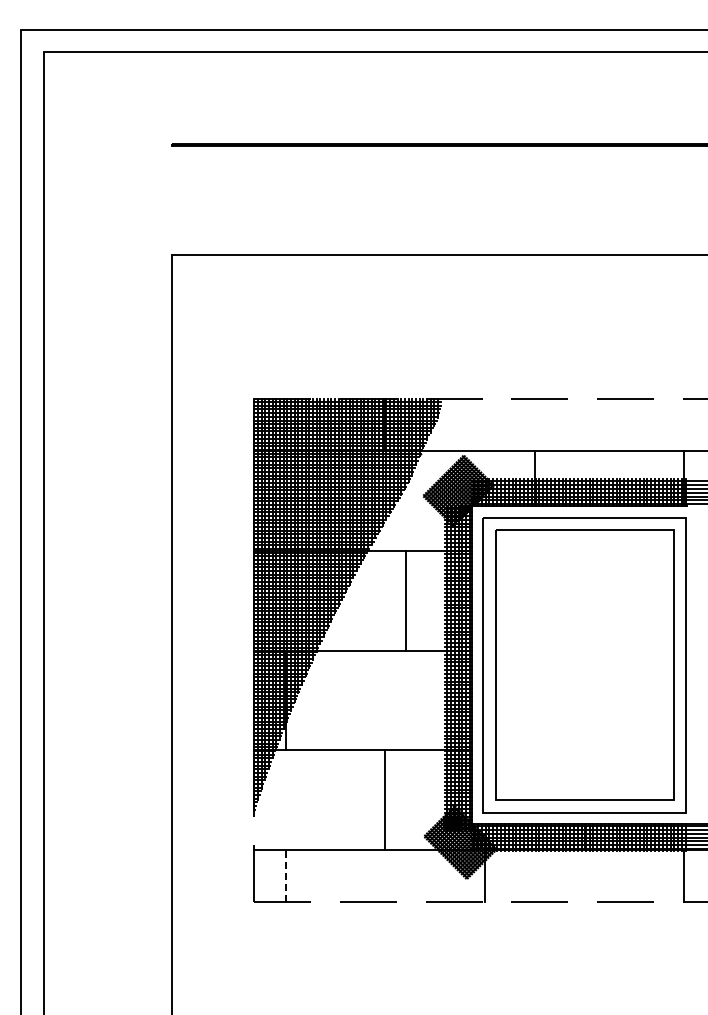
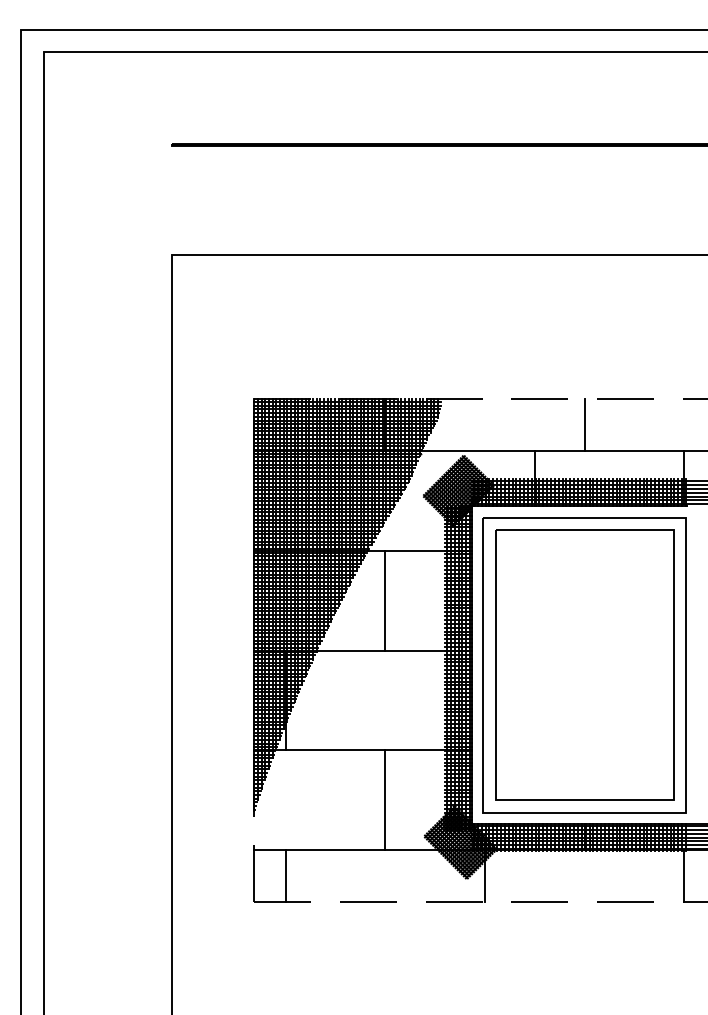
line at (584, 425): none -> present
line at (406, 600) position: (406, 600) -> (385, 600)
line at (285, 875): dashed -> solid
